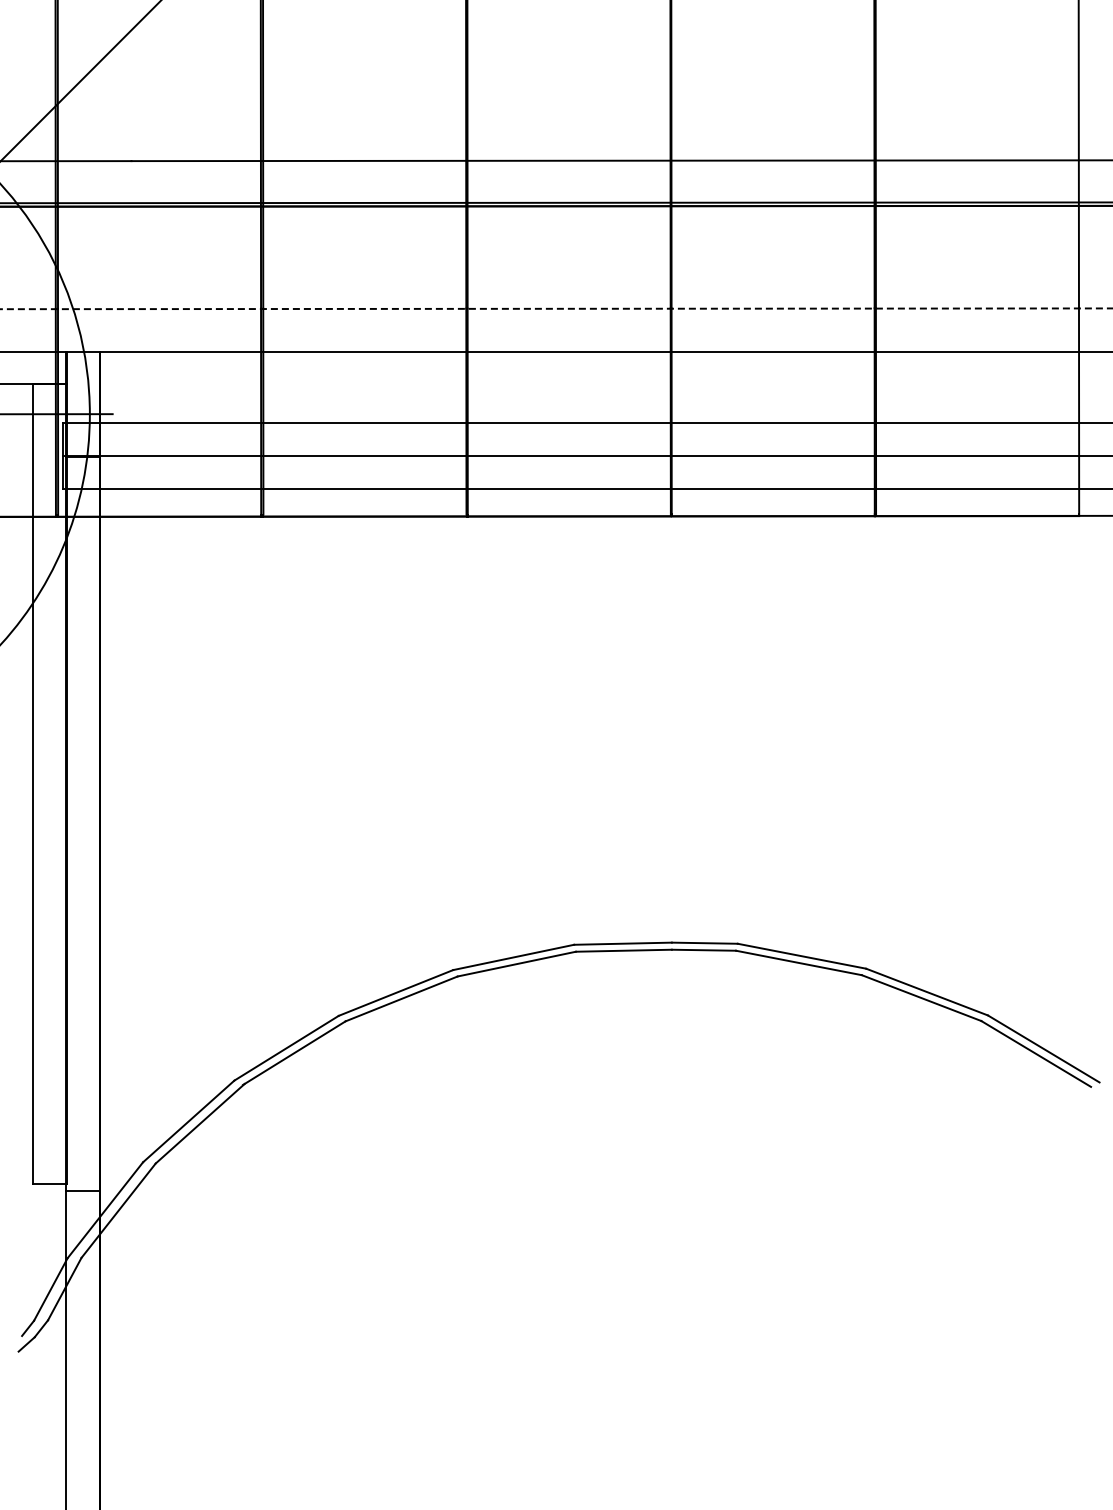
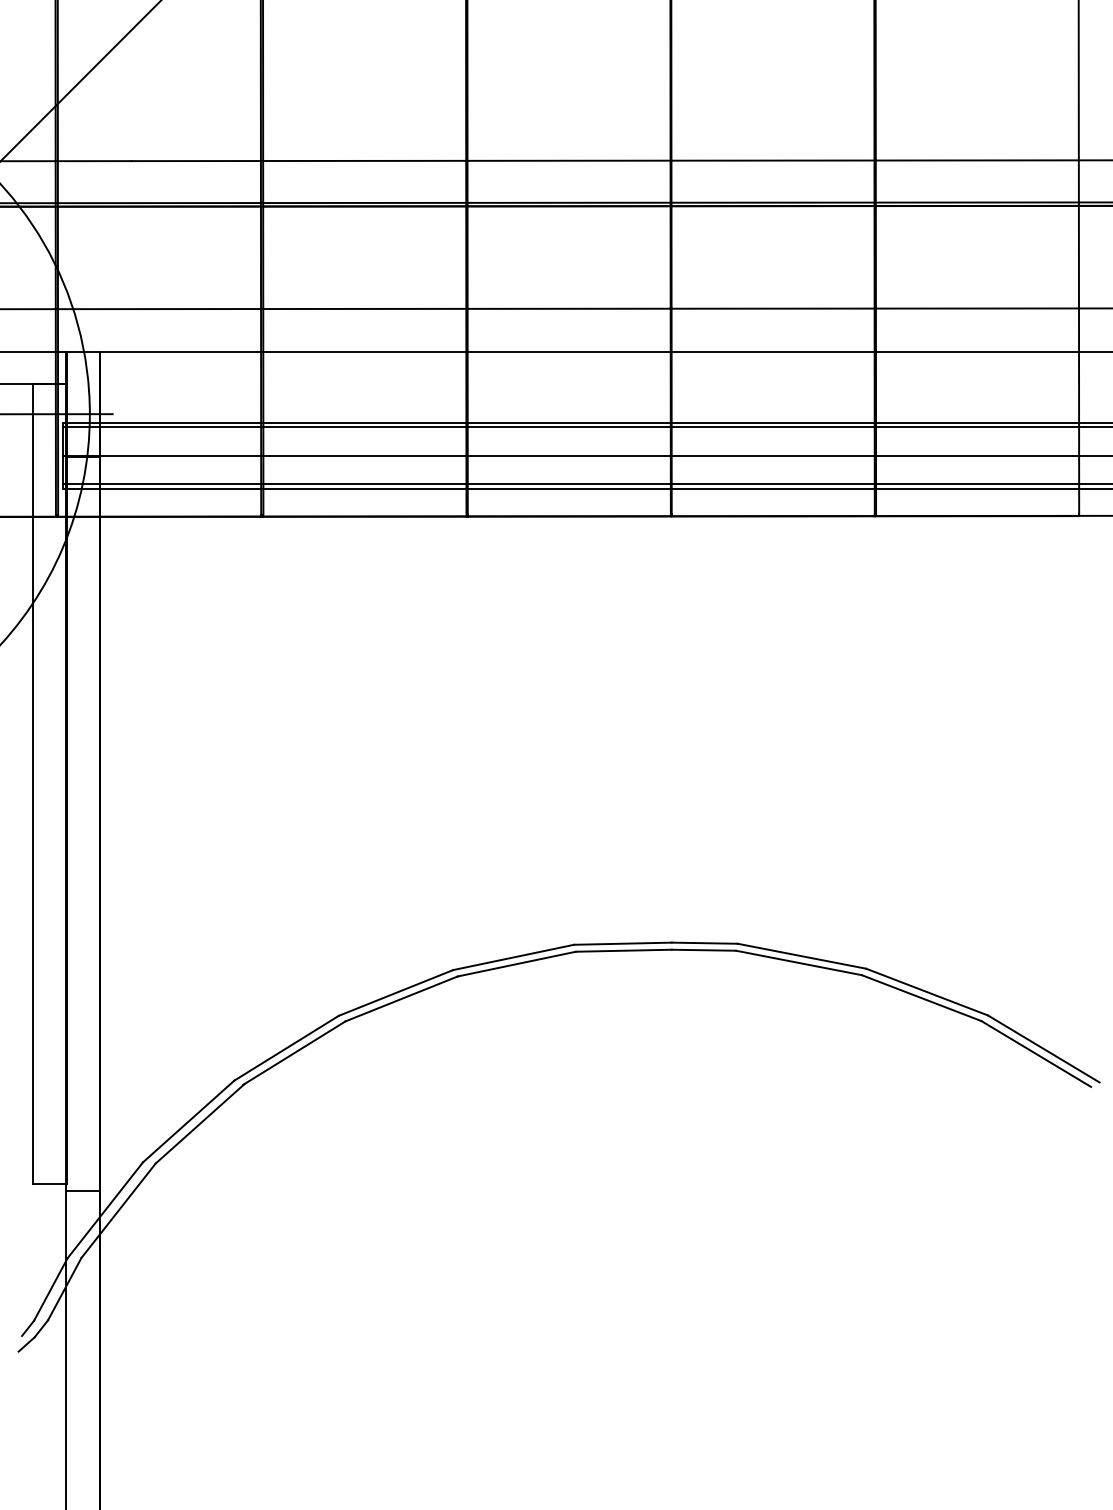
line at (556, 308): dashed -> solid
line at (585, 427): none -> present
line at (585, 484): none -> present
